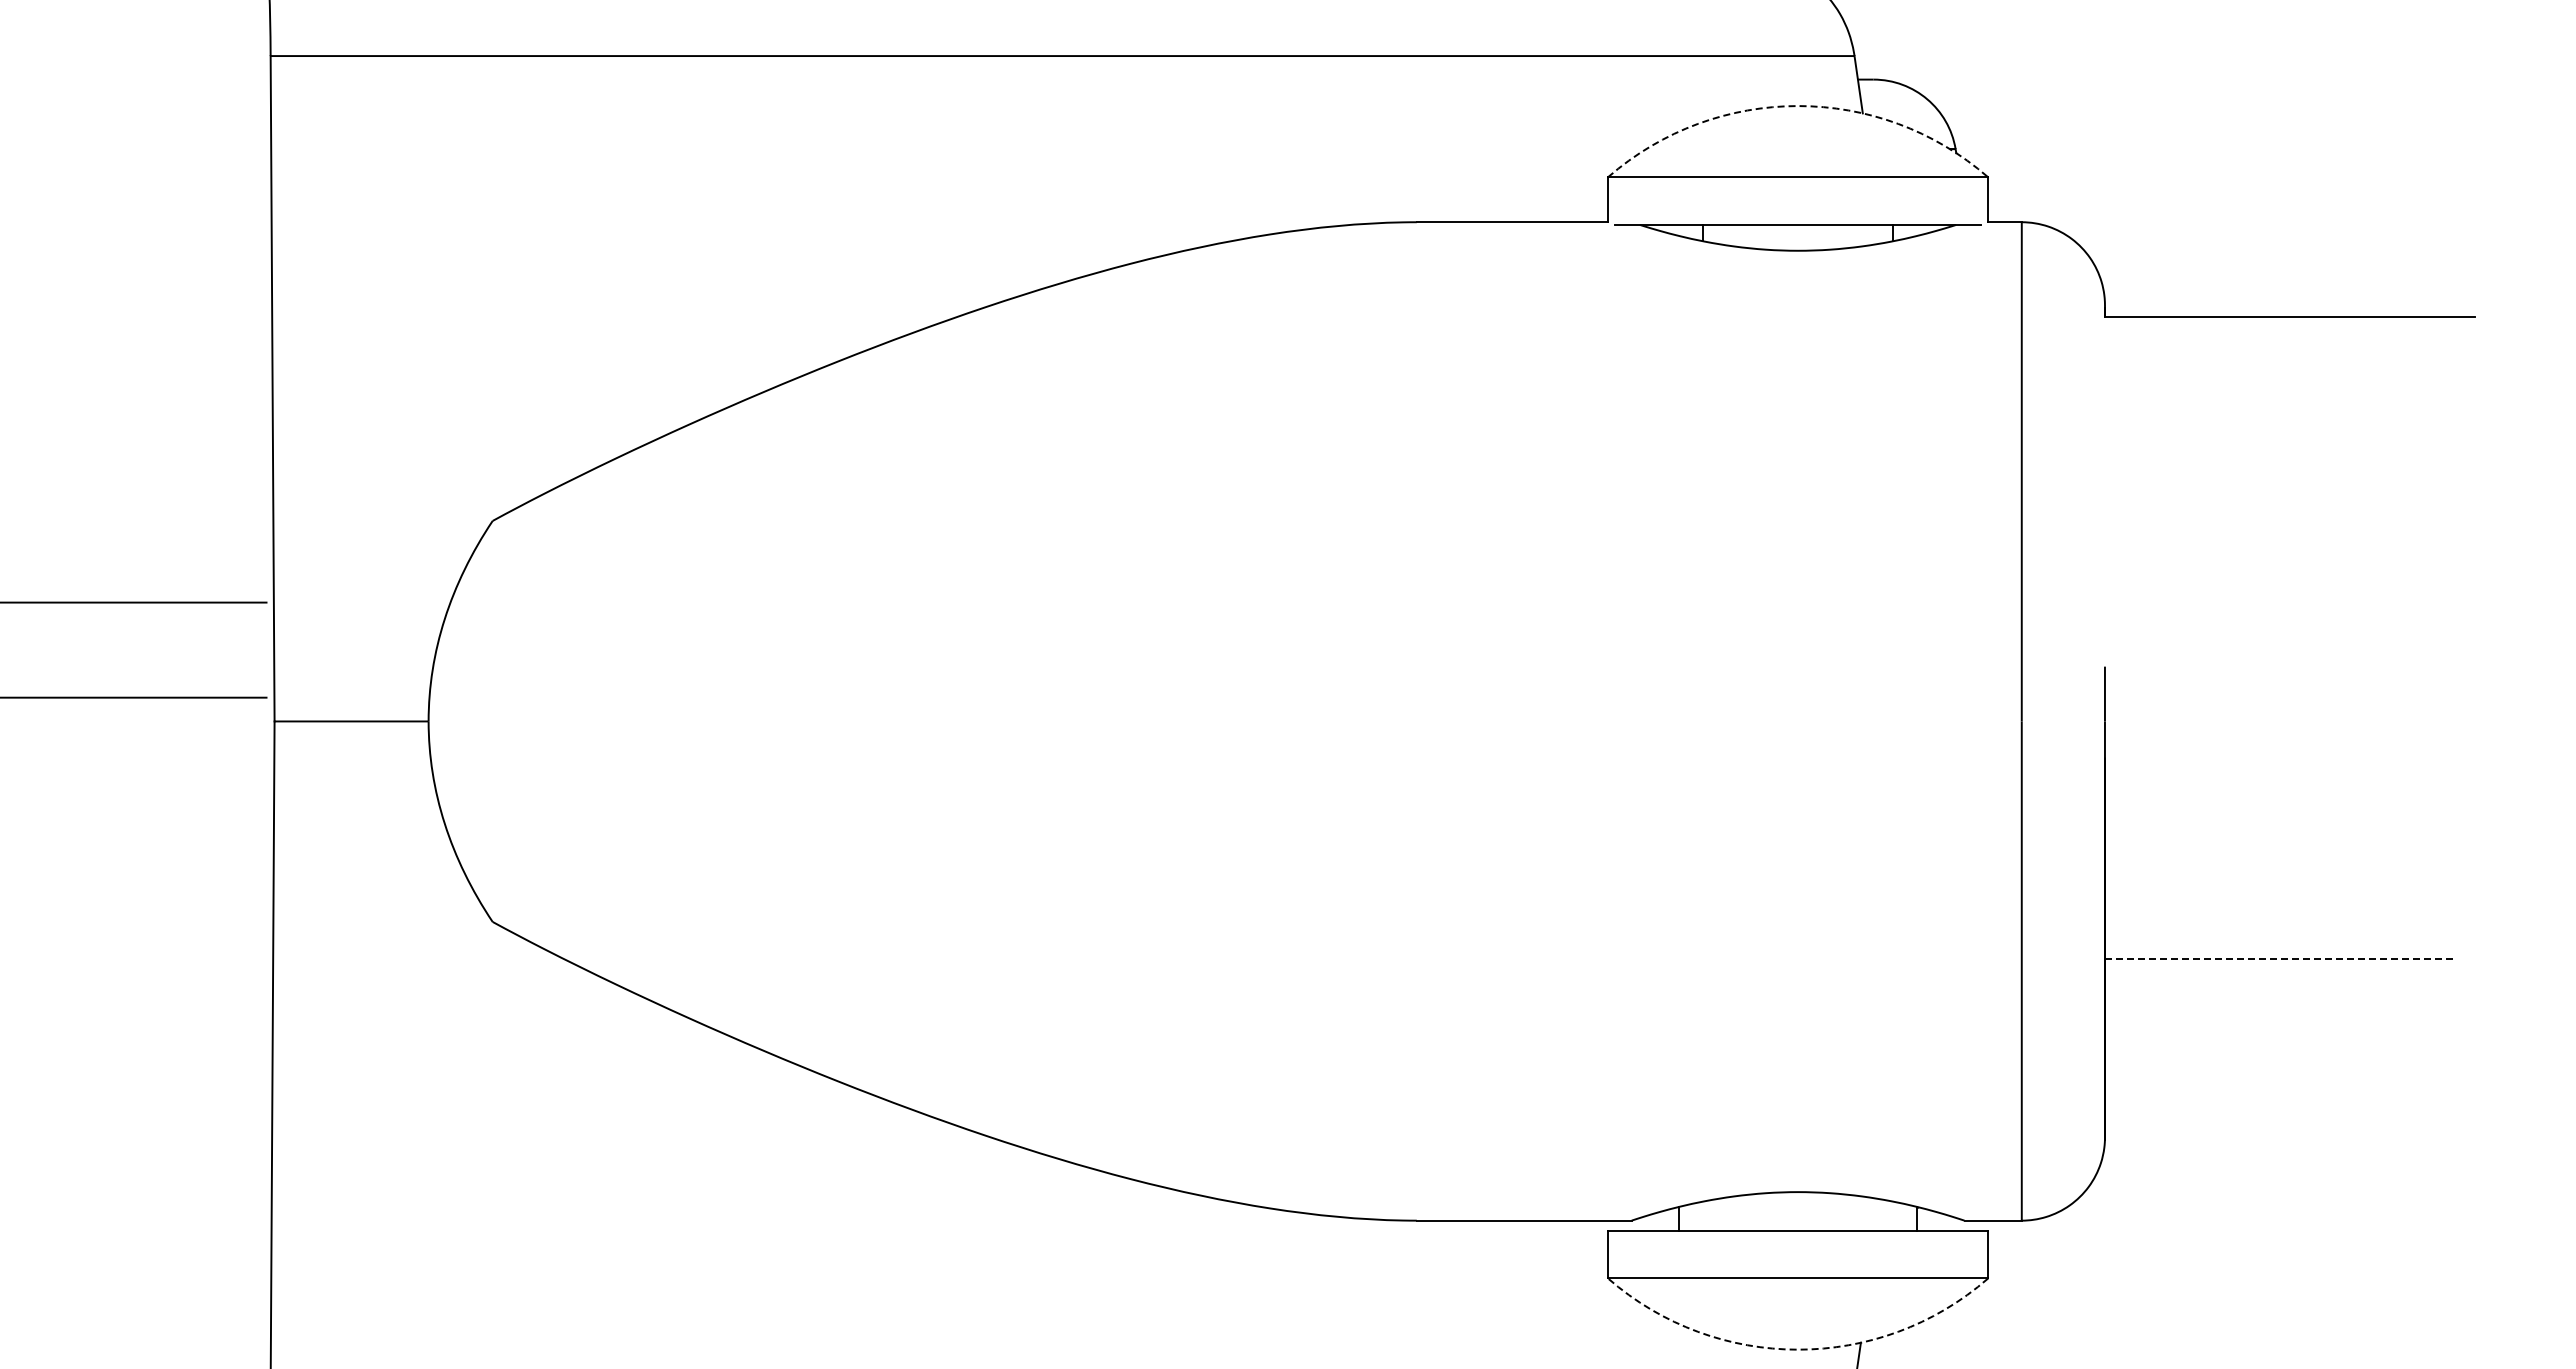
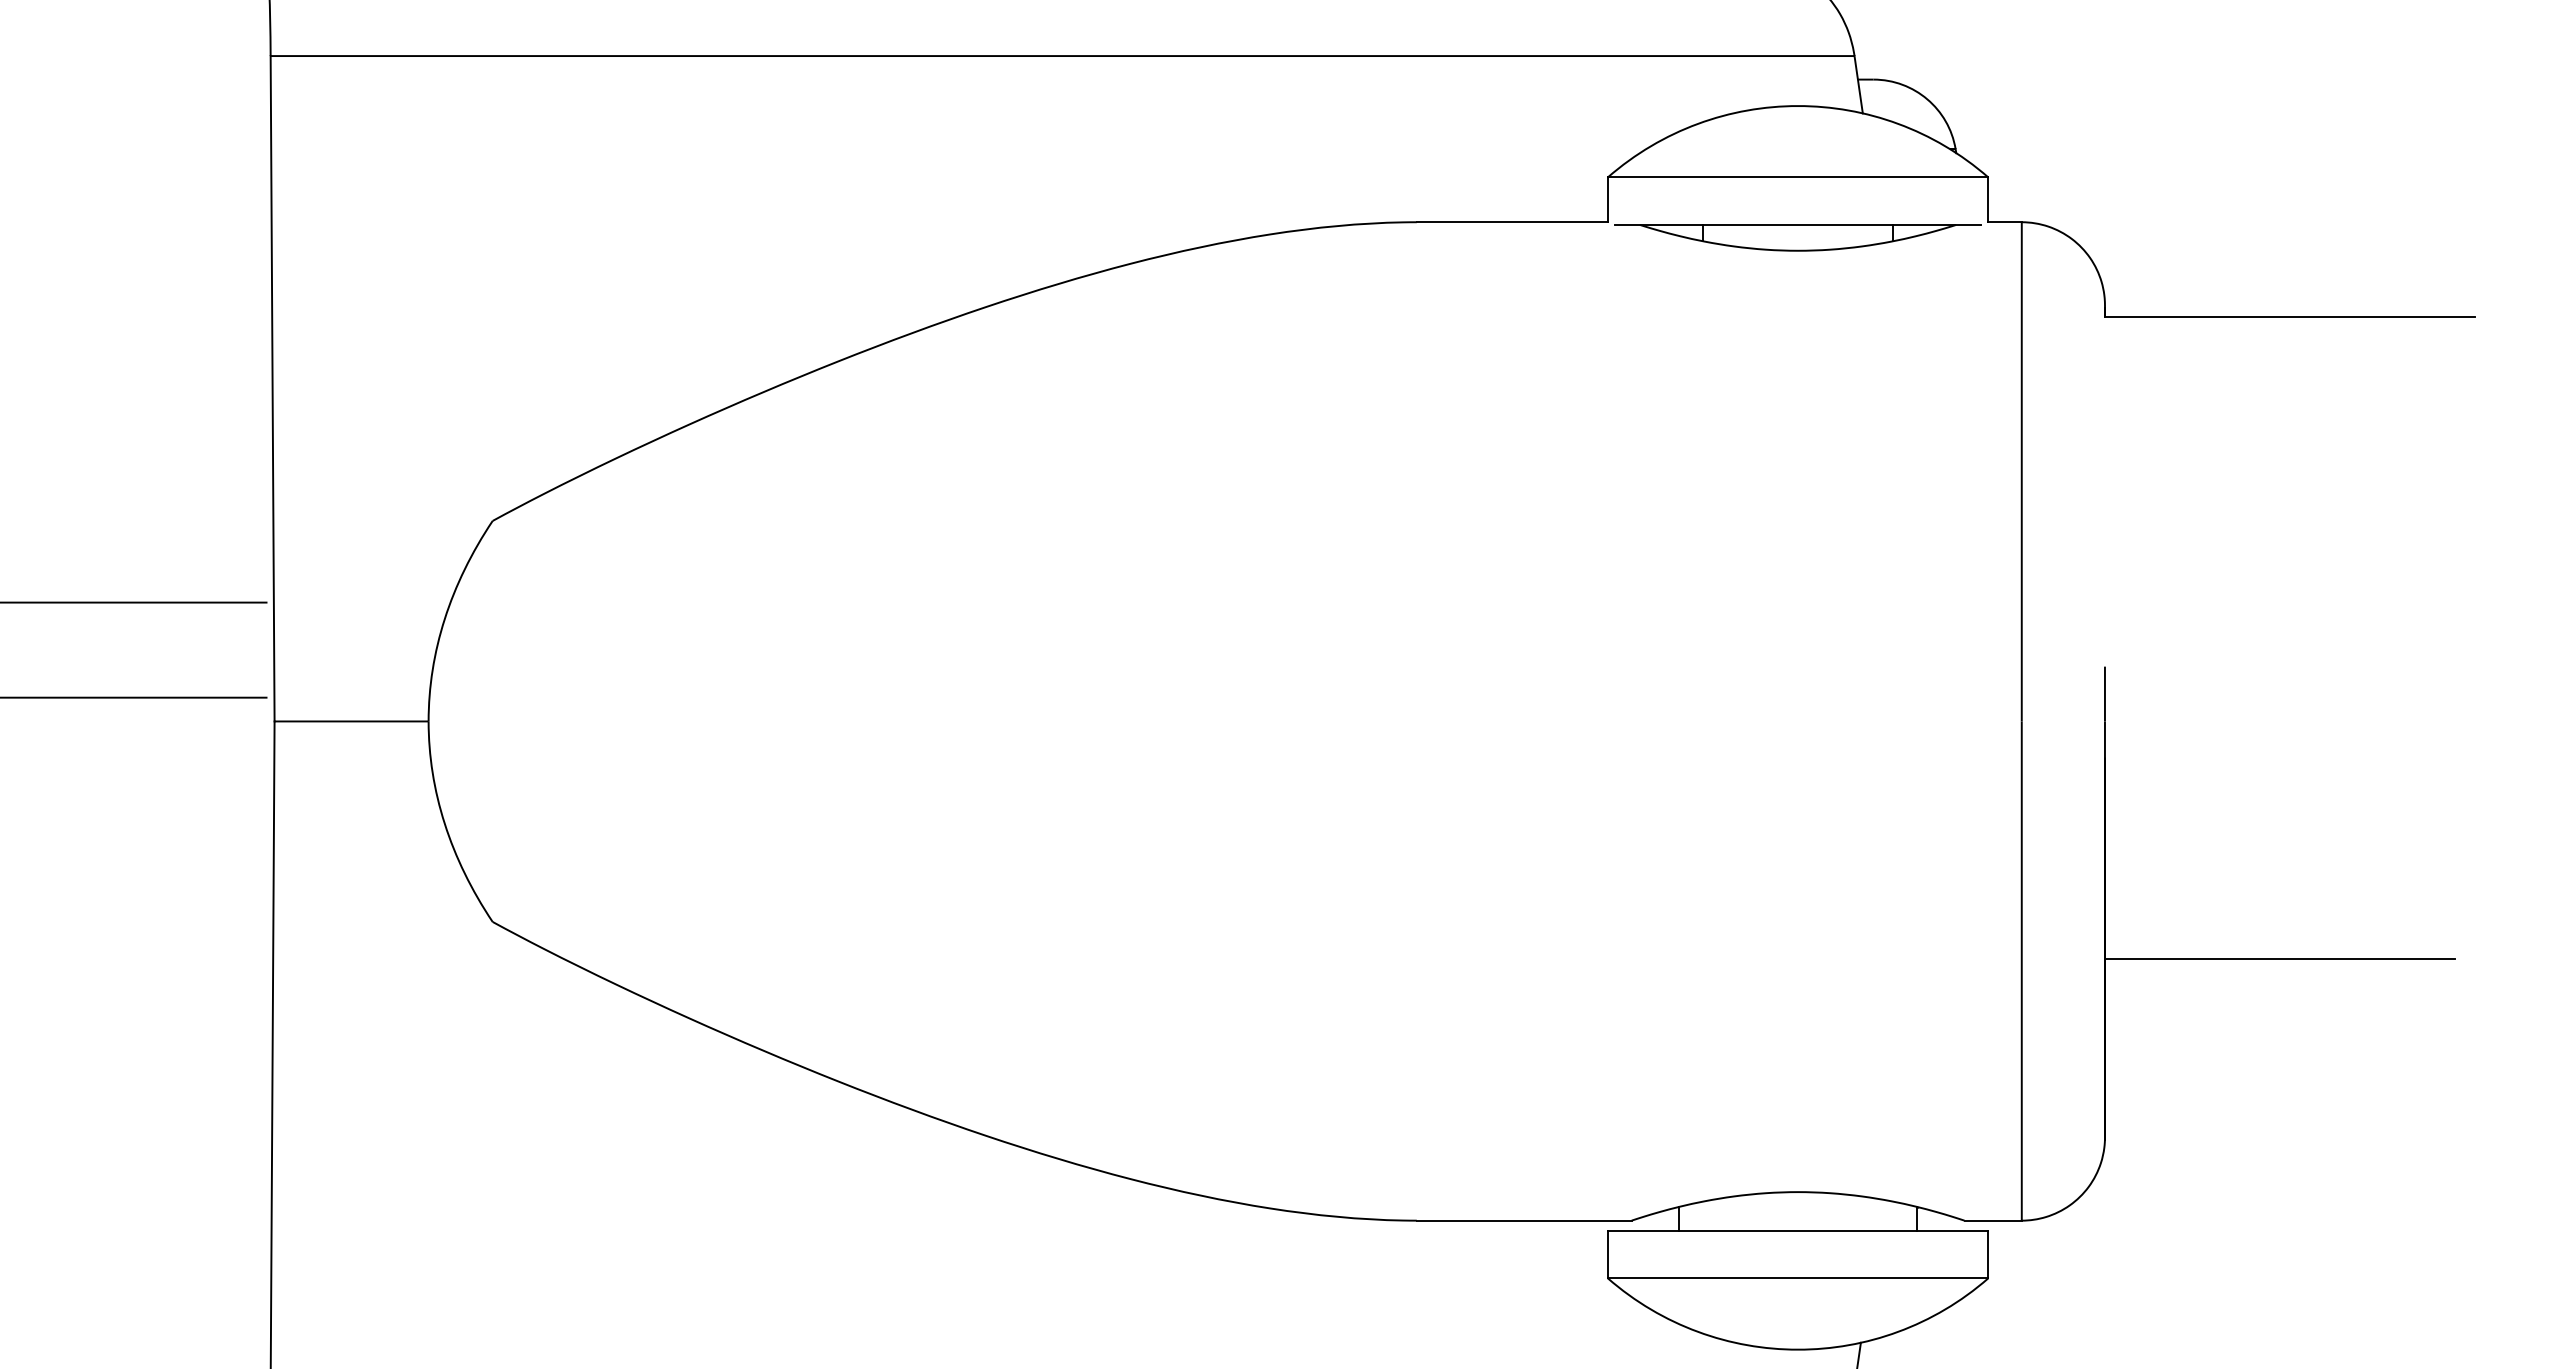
arc at (1798, 106): dashed -> solid
line at (2280, 959): dashed -> solid
arc at (1798, 1349): dashed -> solid
